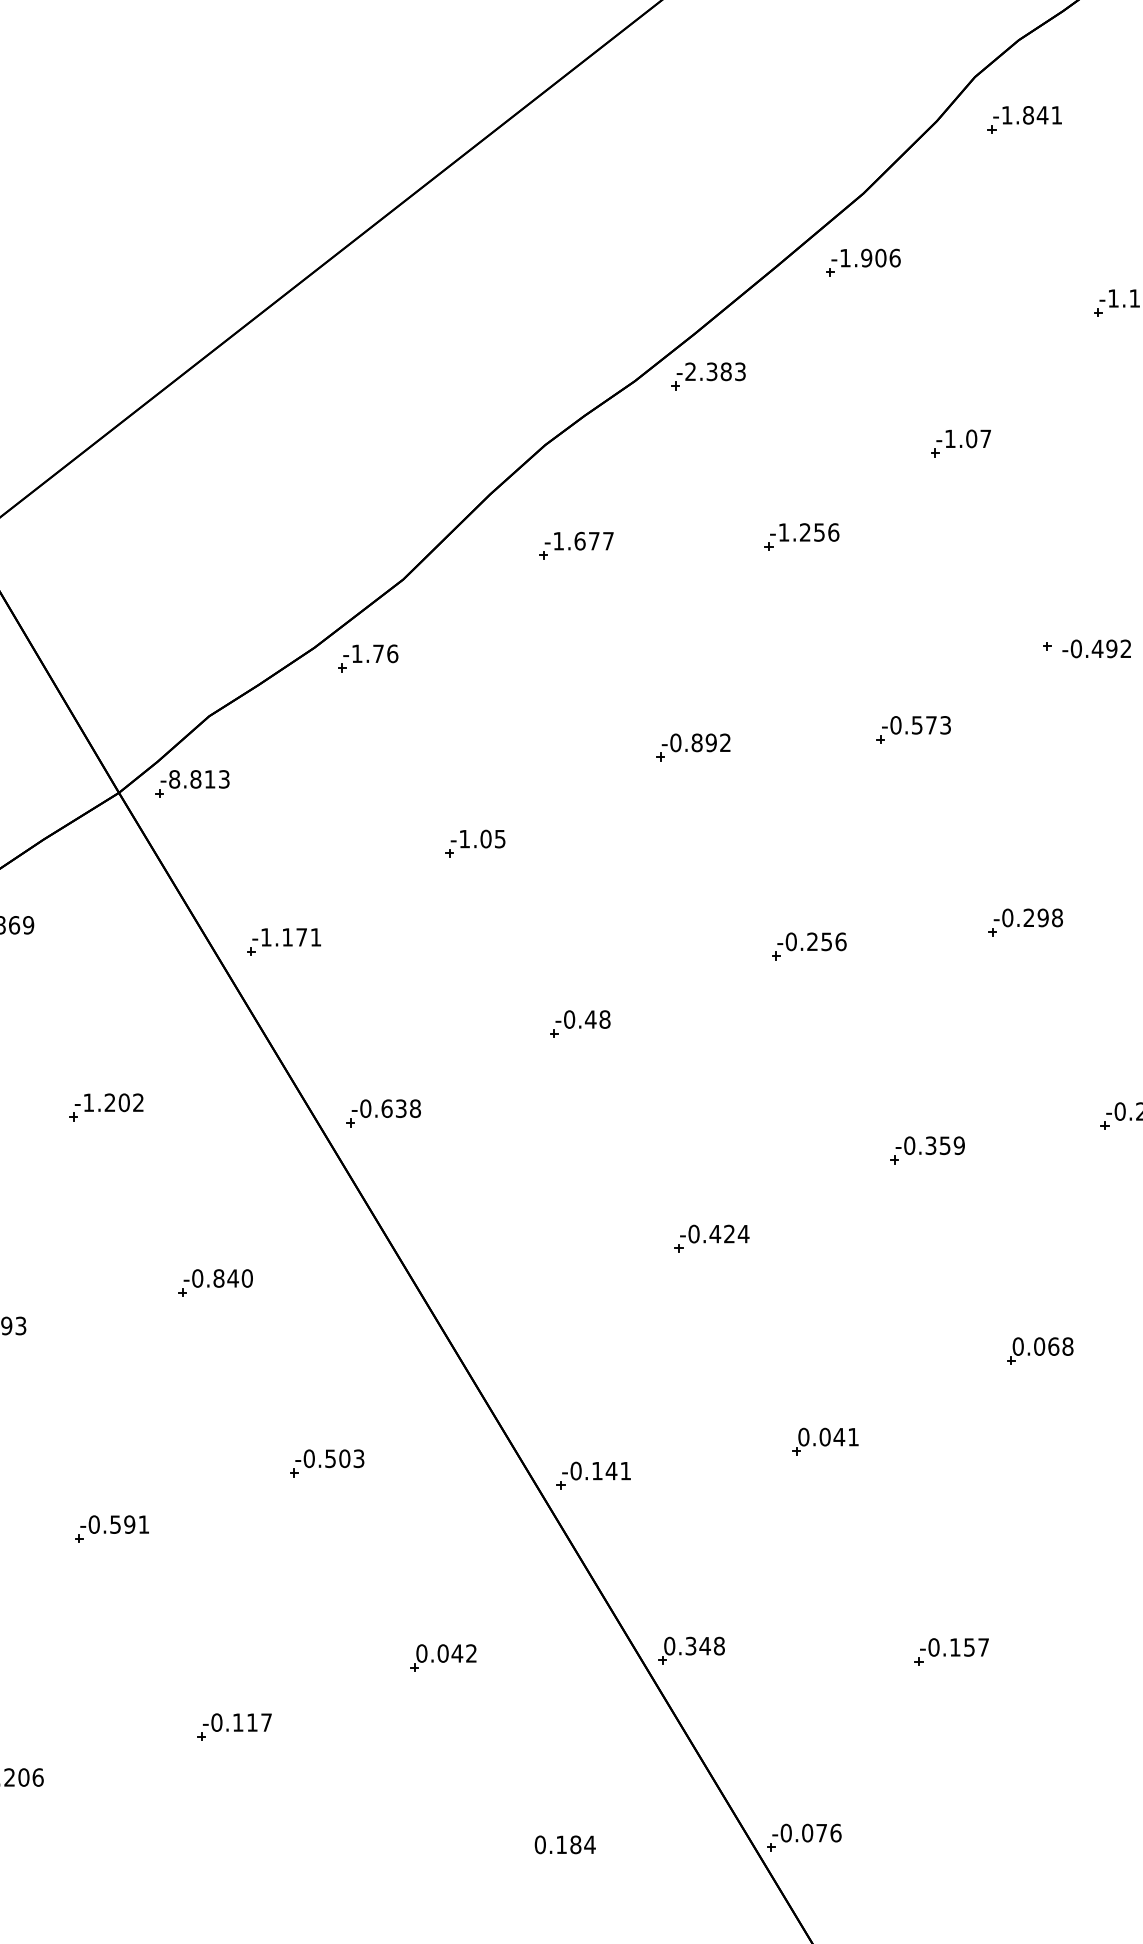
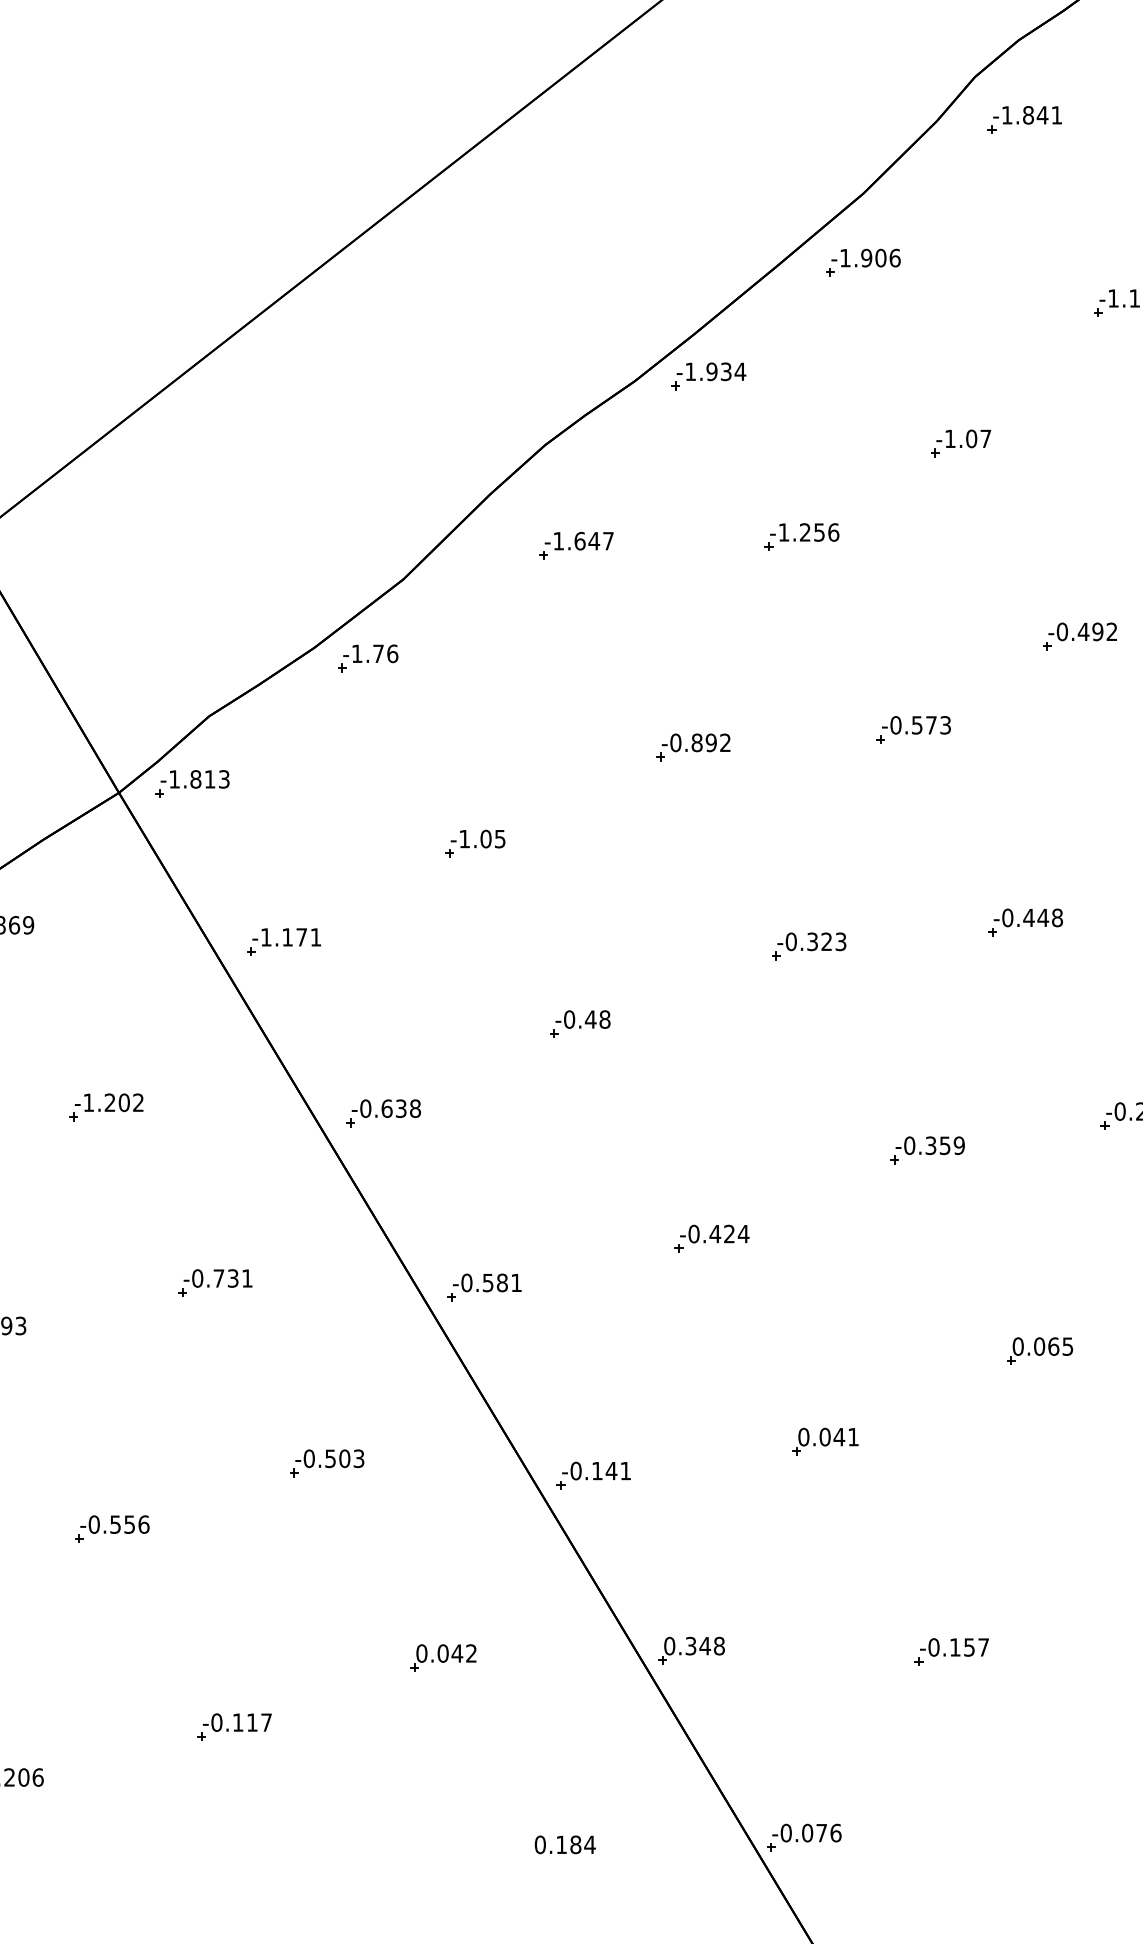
text at (715, 371): -2.383 -> -1.934
text at (594, 541): -1.677 -> -1.647
text at (1096, 648) position: (1096, 648) -> (1082, 631)
text at (174, 779): -8.813 -> -1.813
text at (1036, 917): -0.298 -> -0.448
text at (826, 941): -0.256 -> -0.323
text at (232, 1278): -0.840 -> -0.731
part at (484, 1287): none -> present
text at (1067, 1346): 0.068 -> 0.065
text at (136, 1524): -0.591 -> -0.556
